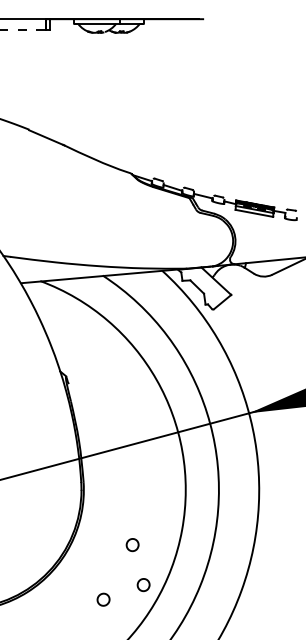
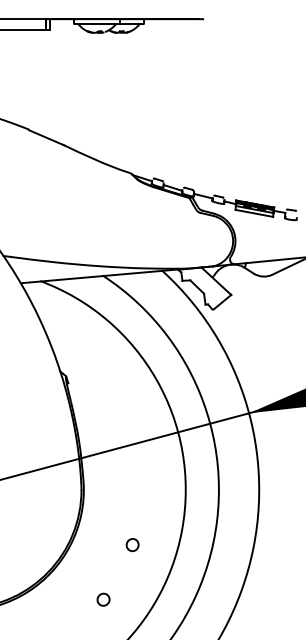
line at (22, 29): dashed -> solid
part at (143, 585): present -> none
